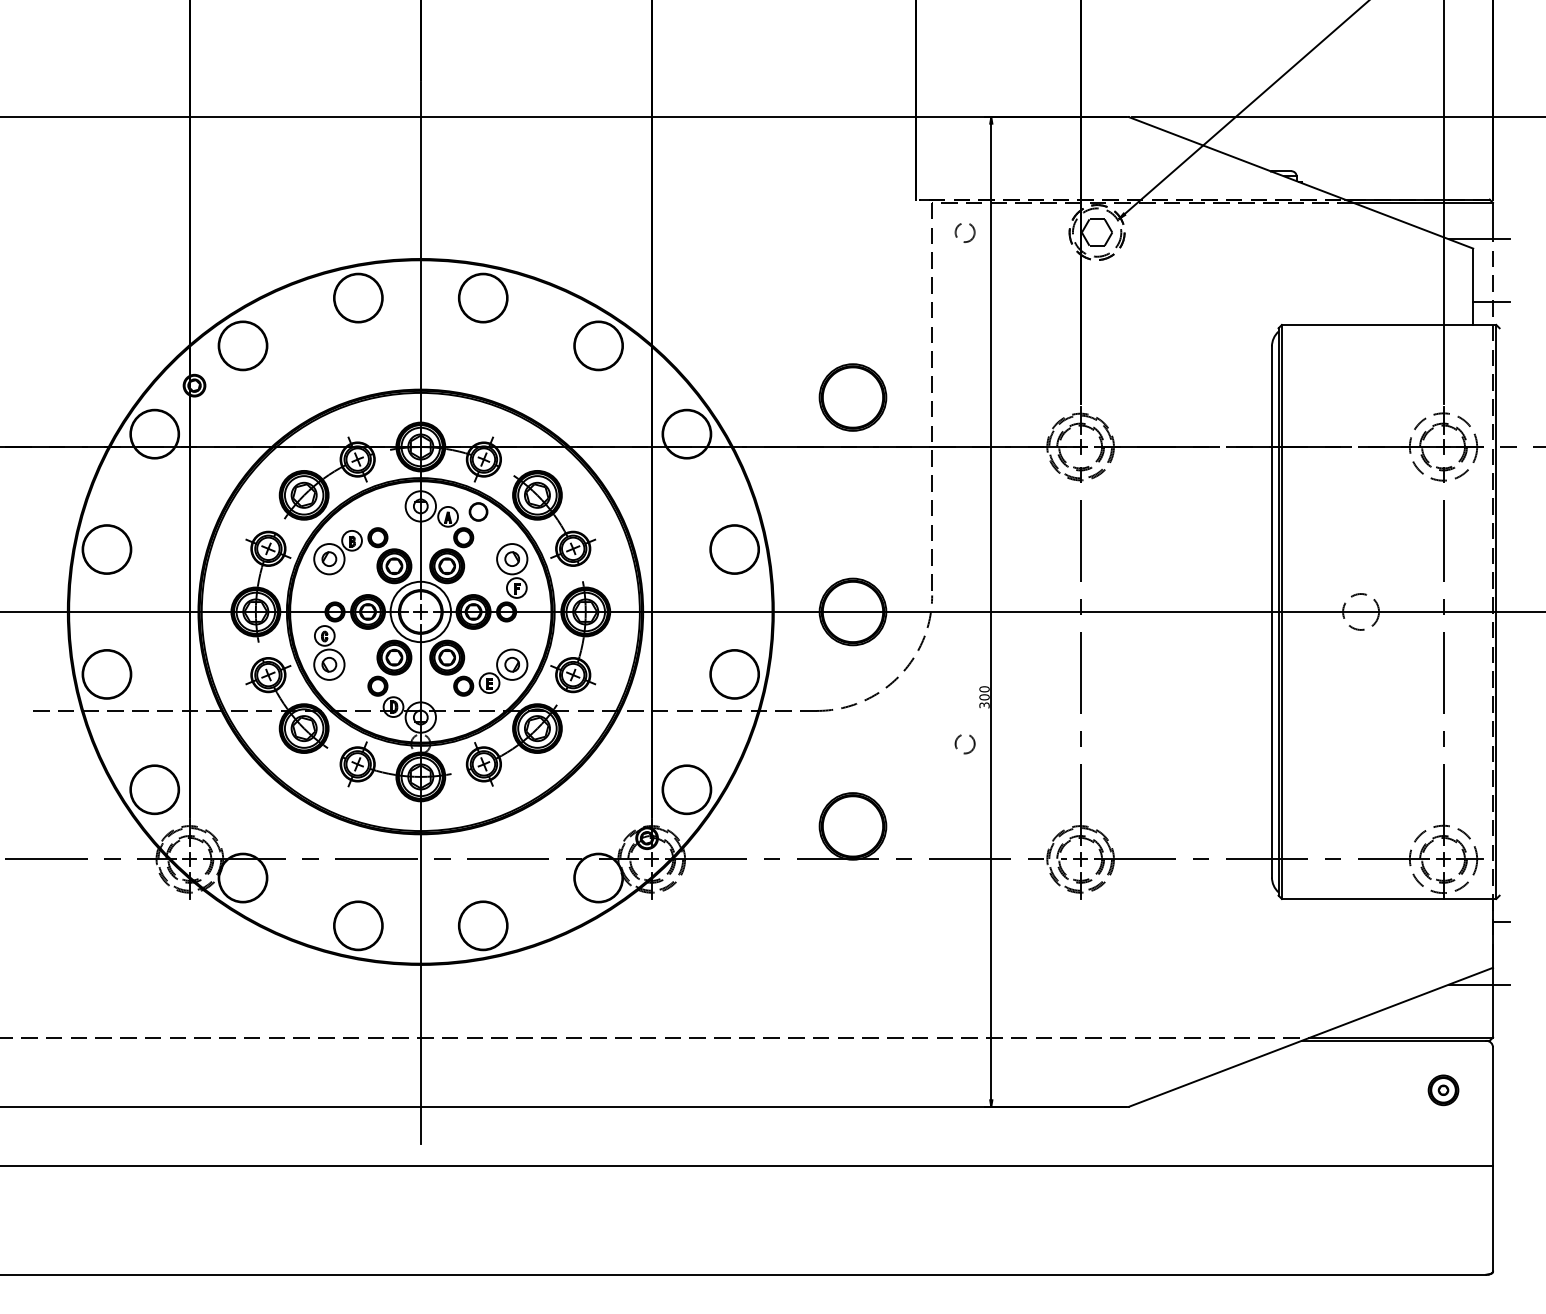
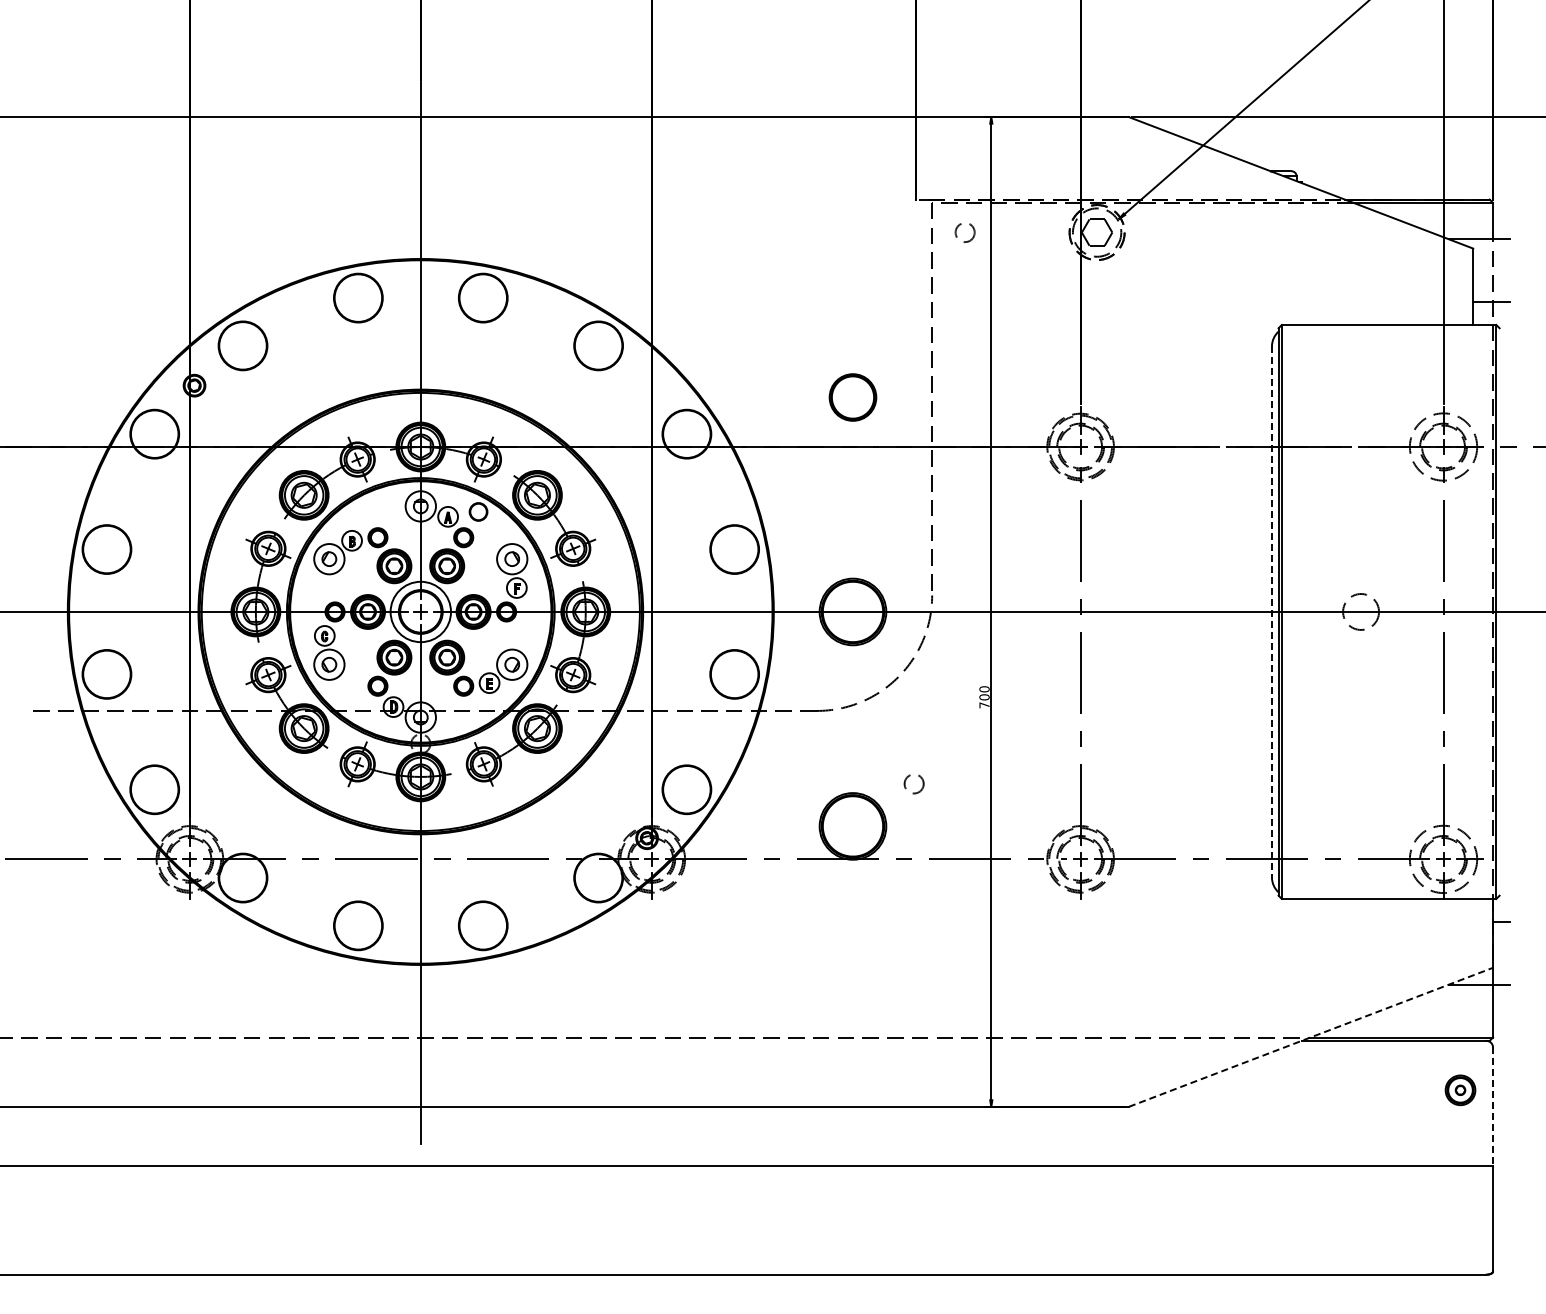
part at (852, 397) size: 70x69 px -> 50x49 px
line at (1271, 611): solid -> dashed
text at (984, 705): 300 -> 700
circle at (964, 744) position: (964, 744) -> (913, 784)
line at (1310, 1037): solid -> dashed
part at (1443, 1090) position: (1443, 1090) -> (1460, 1090)
line at (1493, 1107): solid -> dashed
